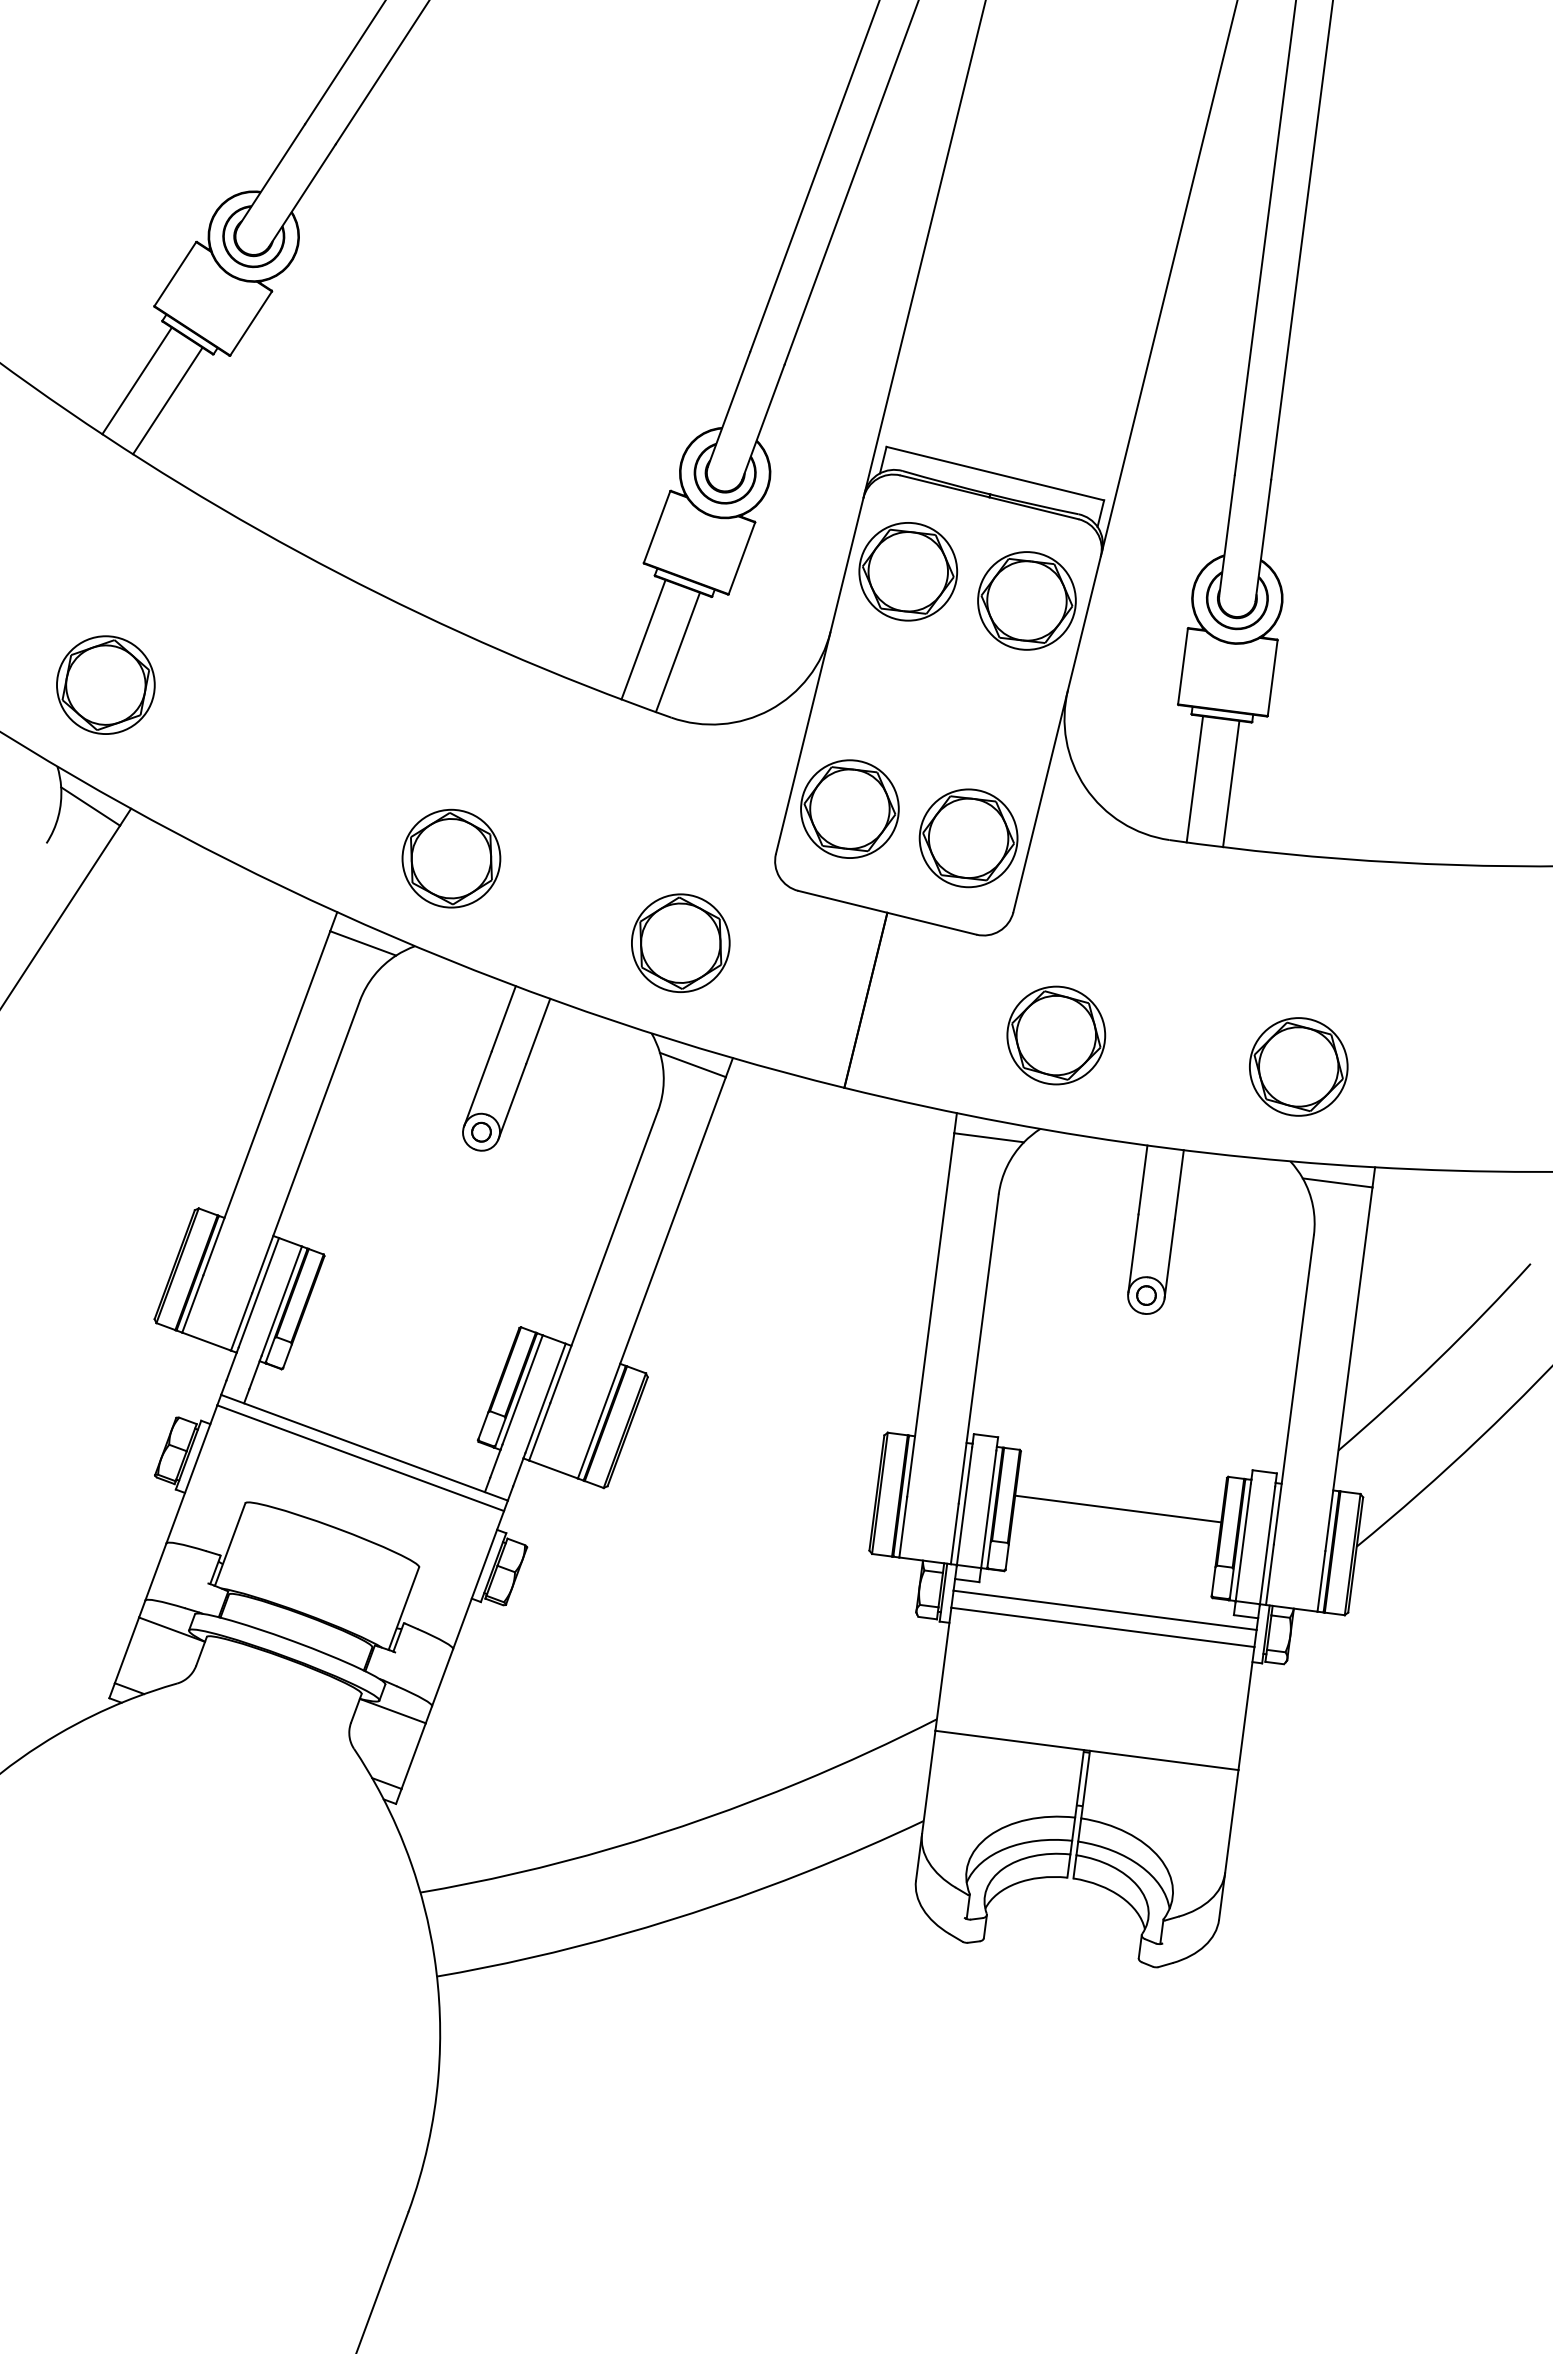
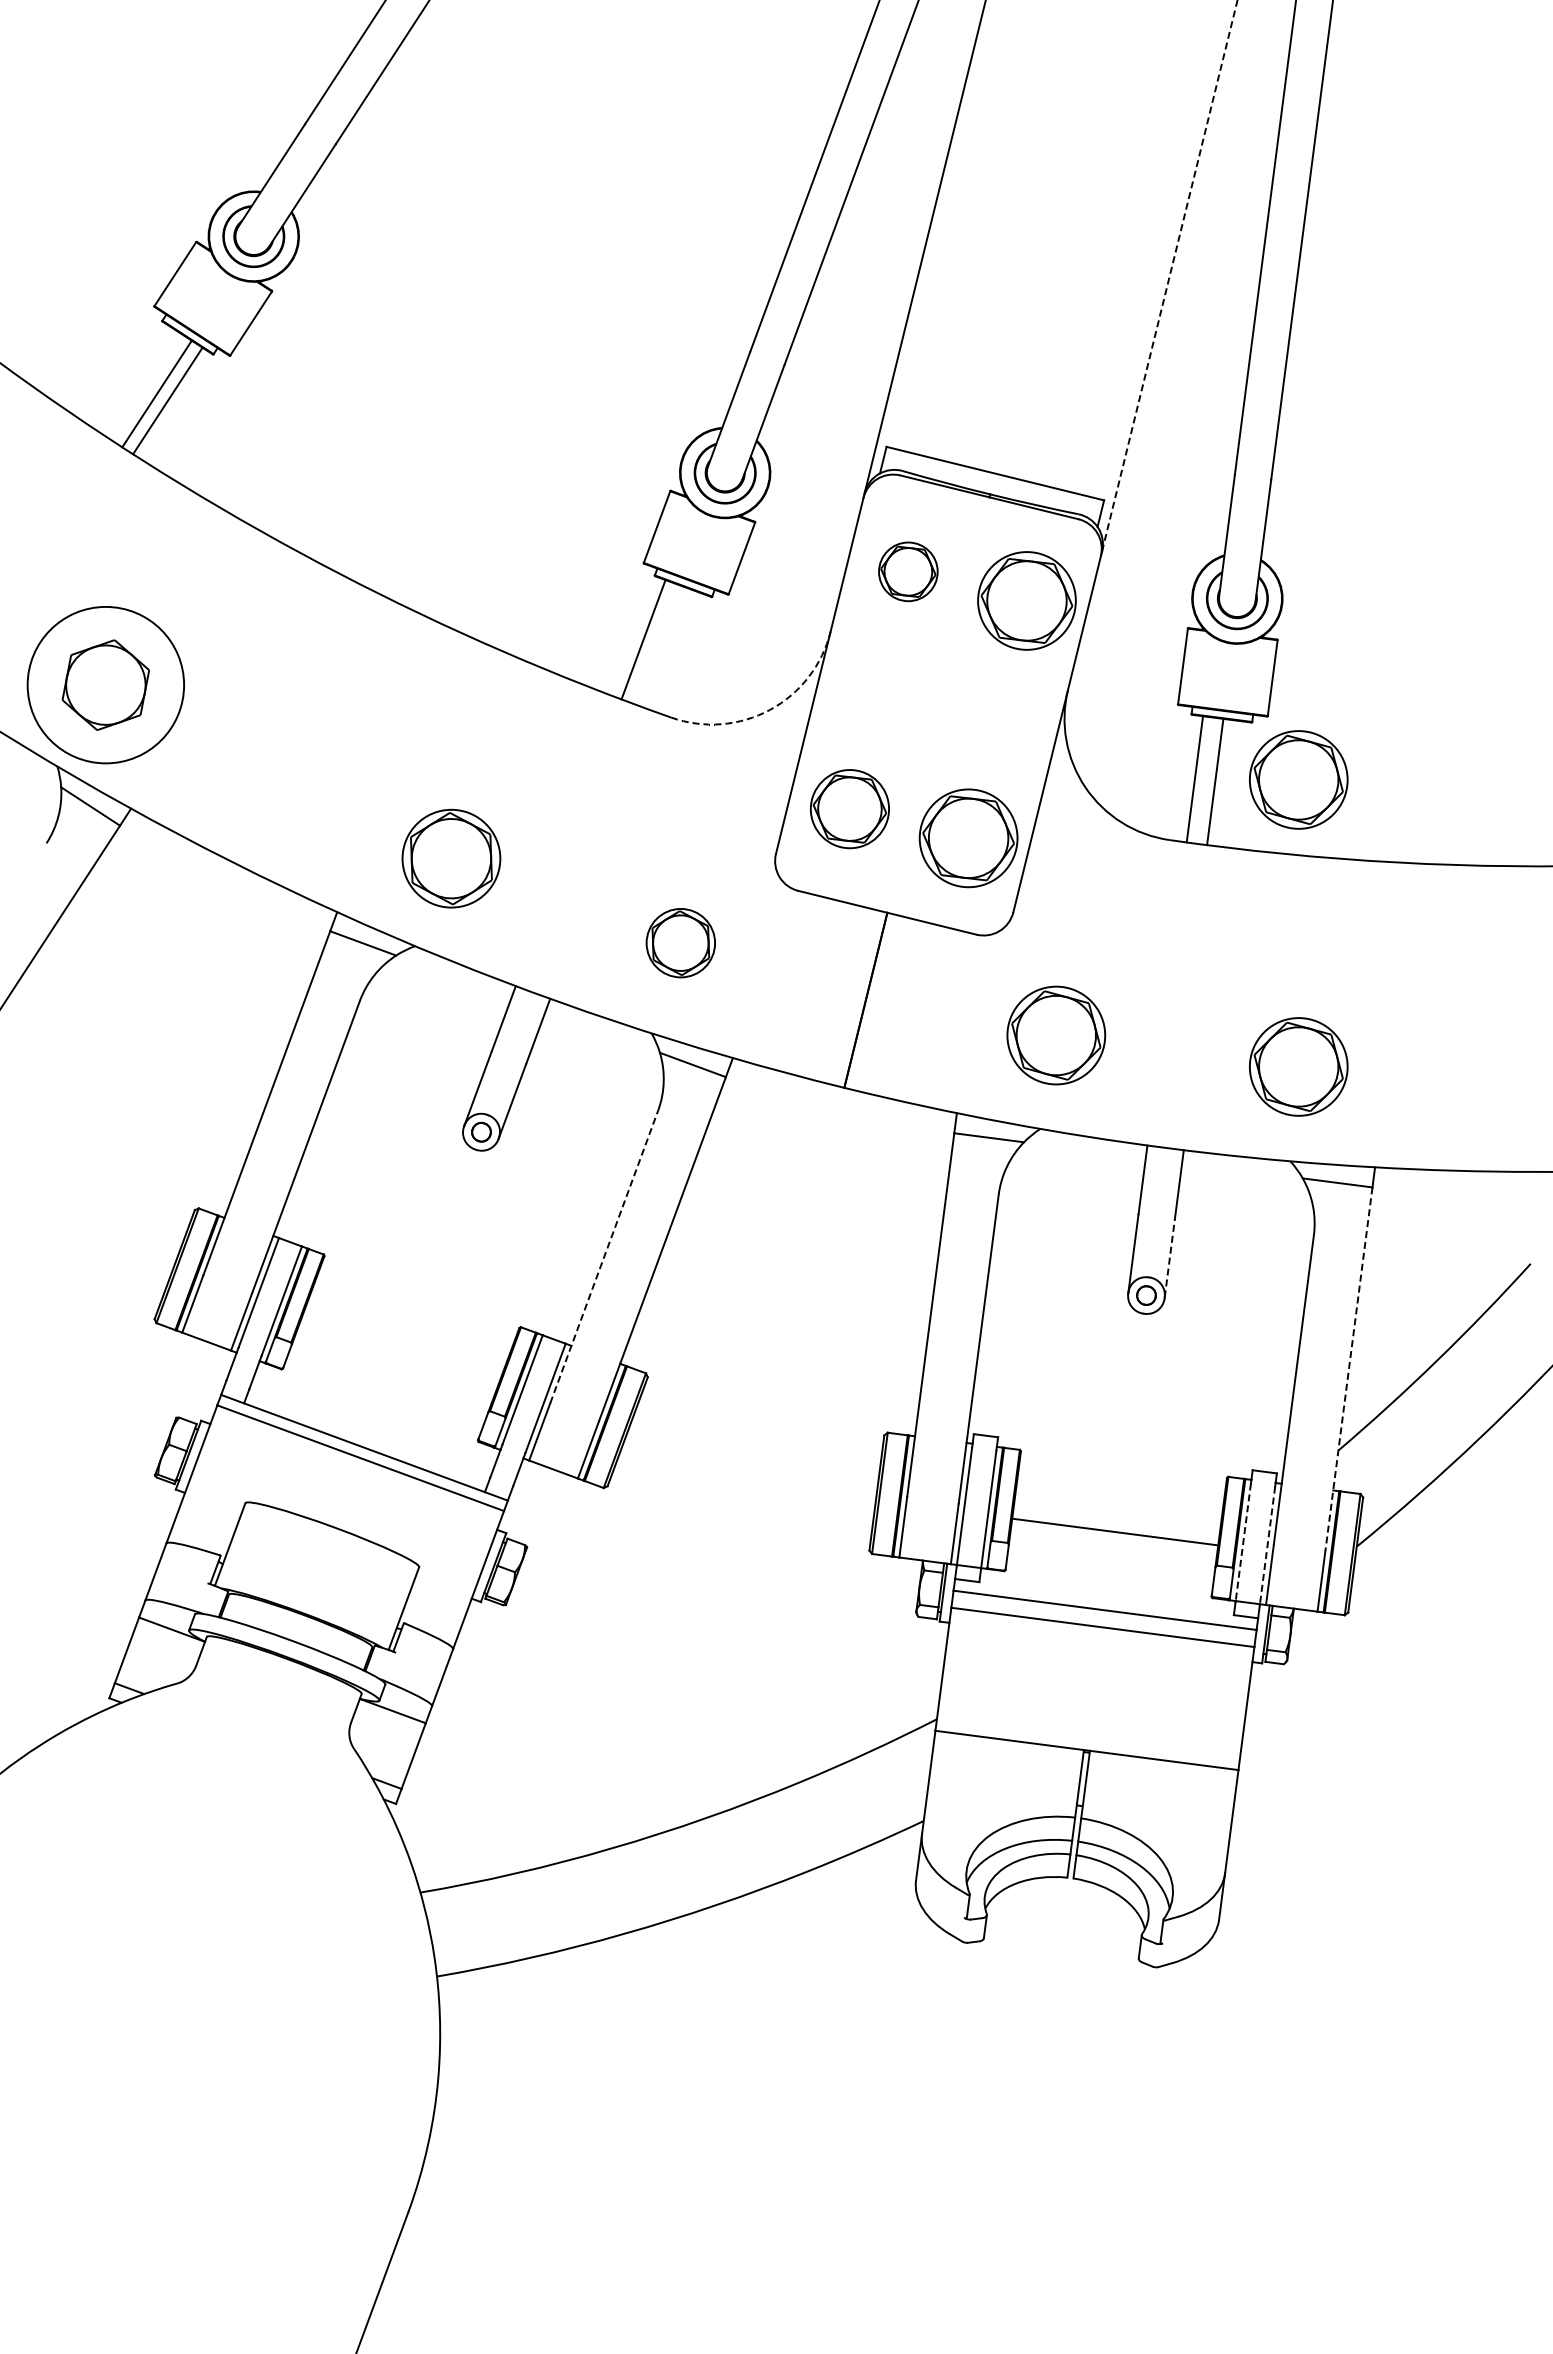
line at (1169, 275): solid -> dashed
line at (136, 380) position: (136, 380) -> (156, 393)
part at (908, 571) size: 101x100 px -> 61x62 px
line at (677, 652): present -> none
circle at (105, 685) diameter: 98 px -> 156 px
arc at (770, 709): solid -> dashed
part at (1298, 779): none -> present
line at (1231, 783) position: (1231, 783) -> (1215, 781)
part at (849, 808) size: 100x100 px -> 80x81 px
part at (680, 942) size: 100x100 px -> 71x71 px
line at (604, 1256): solid -> dashed
line at (1169, 1257): solid -> dashed
line at (1348, 1369): solid -> dashed
line at (1118, 1508) position: (1118, 1508) -> (1115, 1531)
line at (1243, 1542): solid -> dashed
line at (1267, 1545): solid -> dashed
